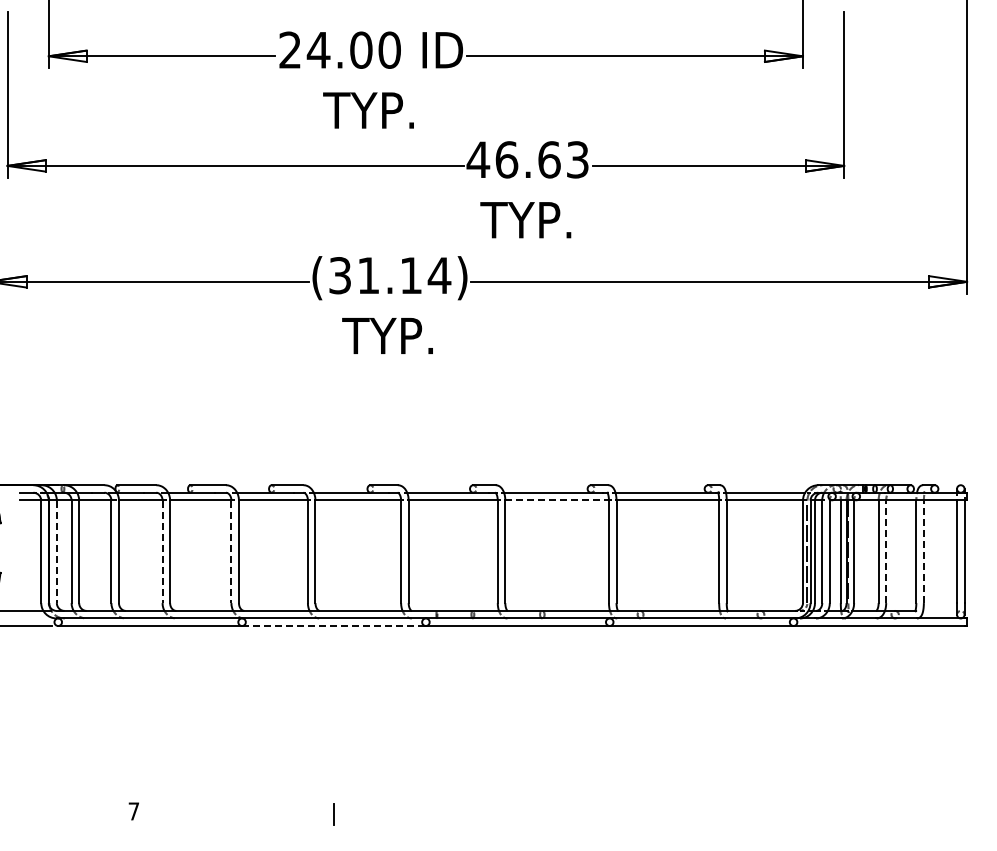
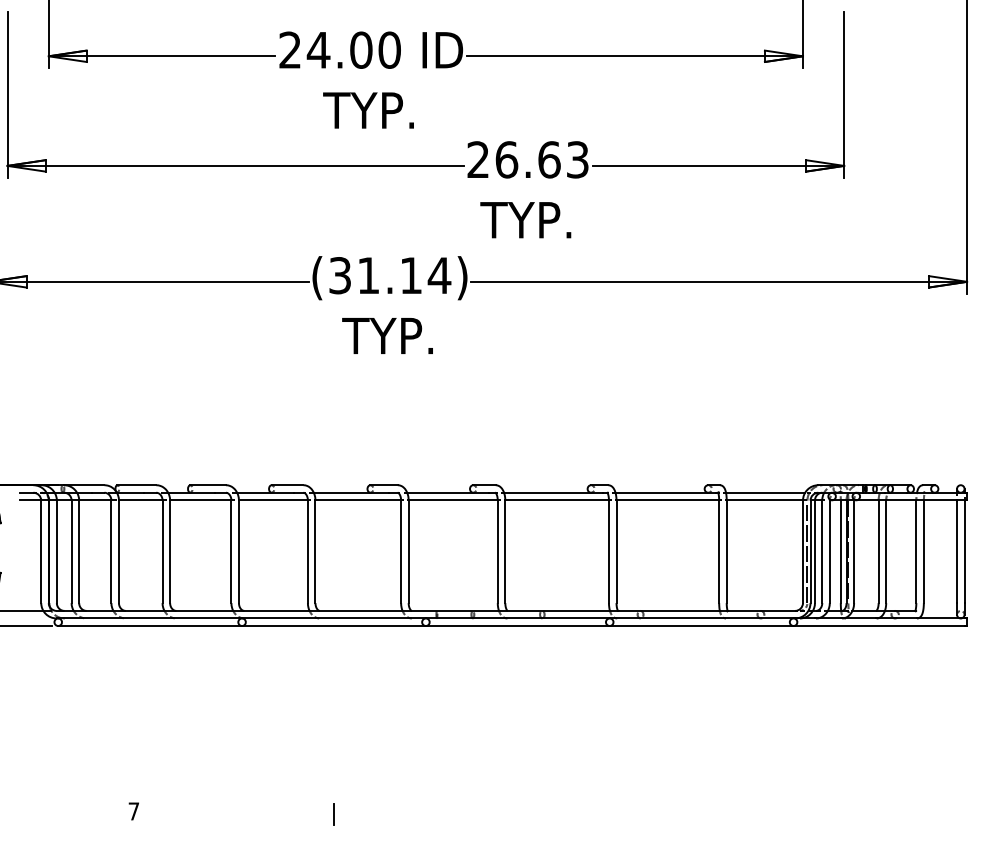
text at (478, 159): 46.63 -> 26.63
line at (557, 500): dashed -> solid
line at (886, 551): dashed -> solid
line at (923, 551): dashed -> solid
line at (56, 552): dashed -> solid
line at (162, 552): dashed -> solid
line at (231, 552): dashed -> solid
line at (334, 626): dashed -> solid
